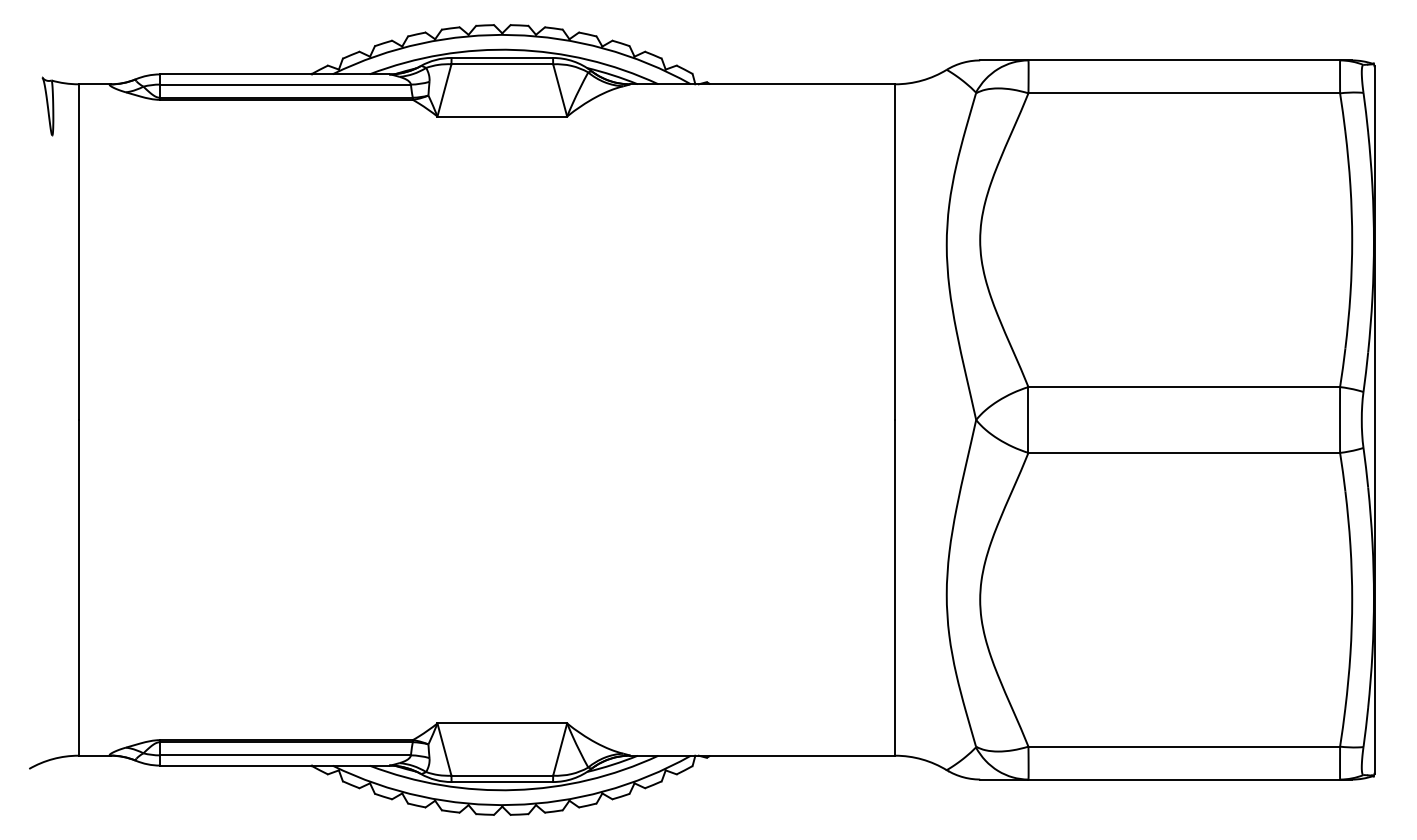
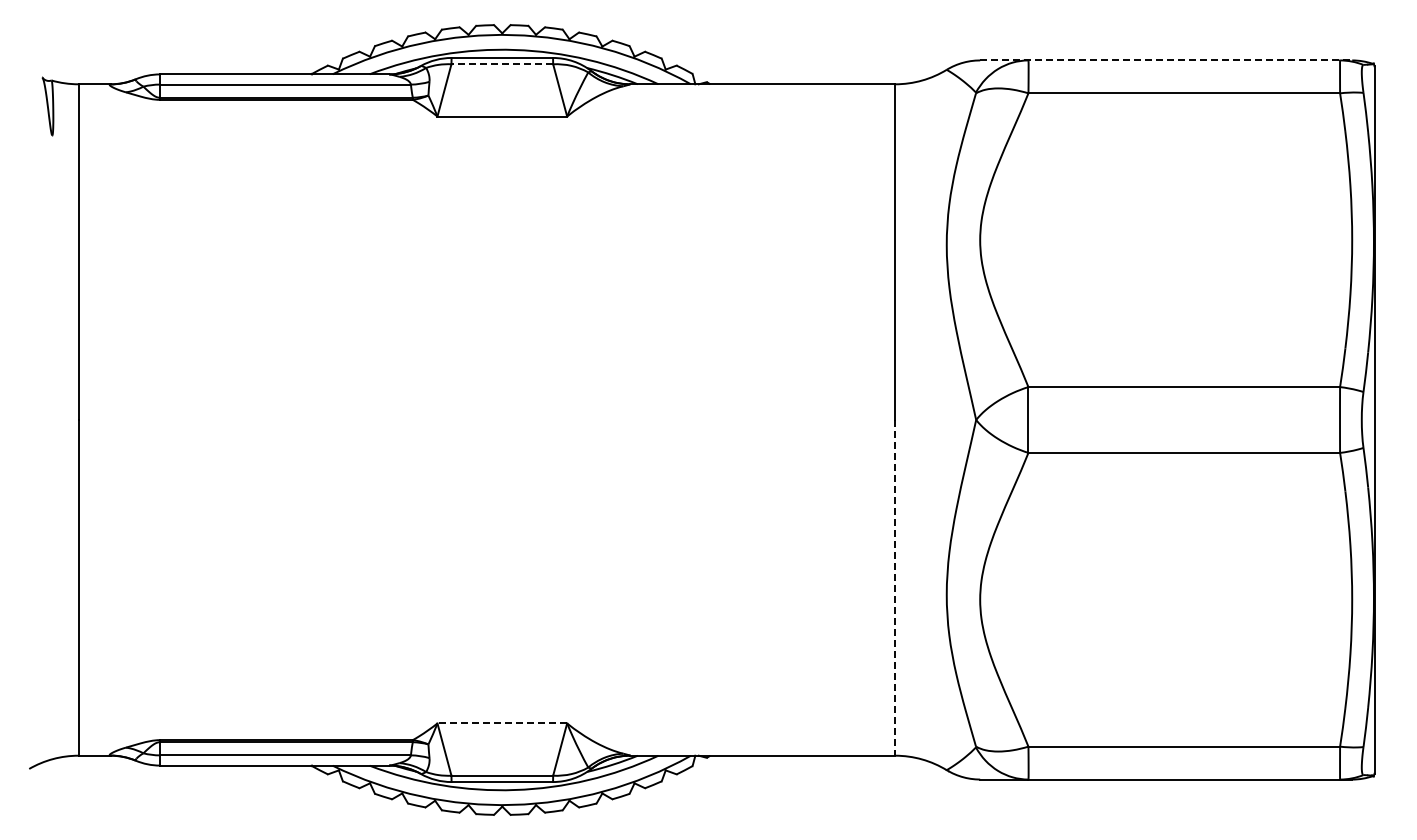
line at (1166, 60): solid -> dashed
line at (502, 64): solid -> dashed
line at (895, 587): solid -> dashed
line at (502, 723): solid -> dashed
